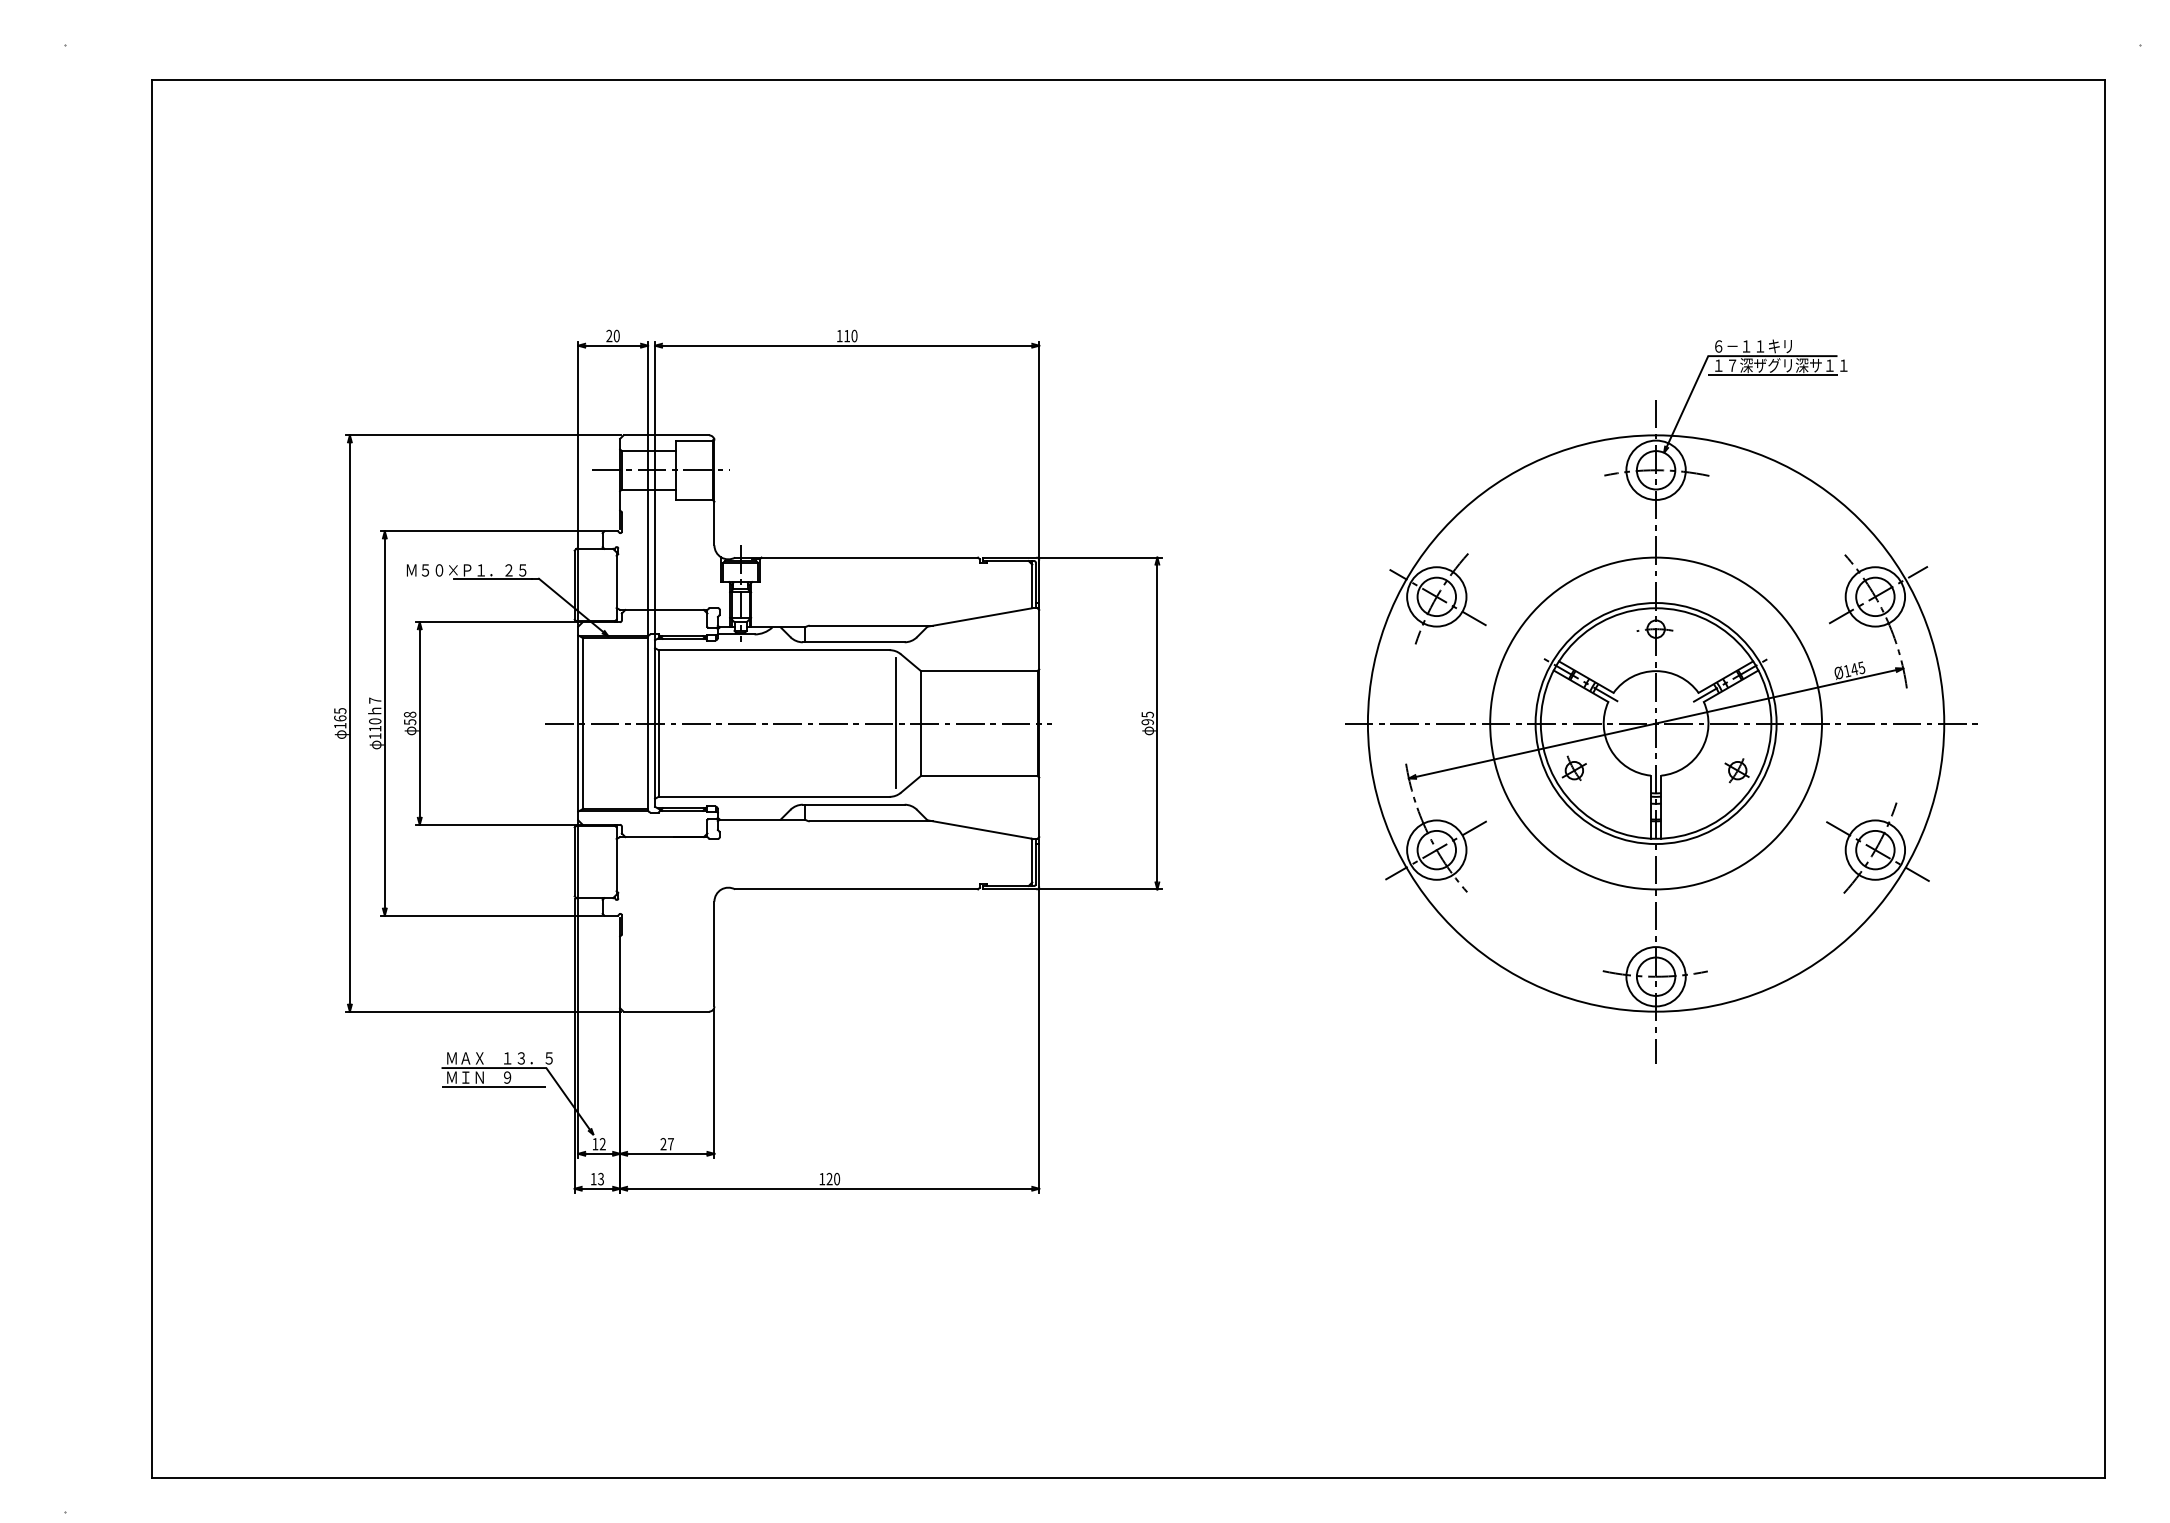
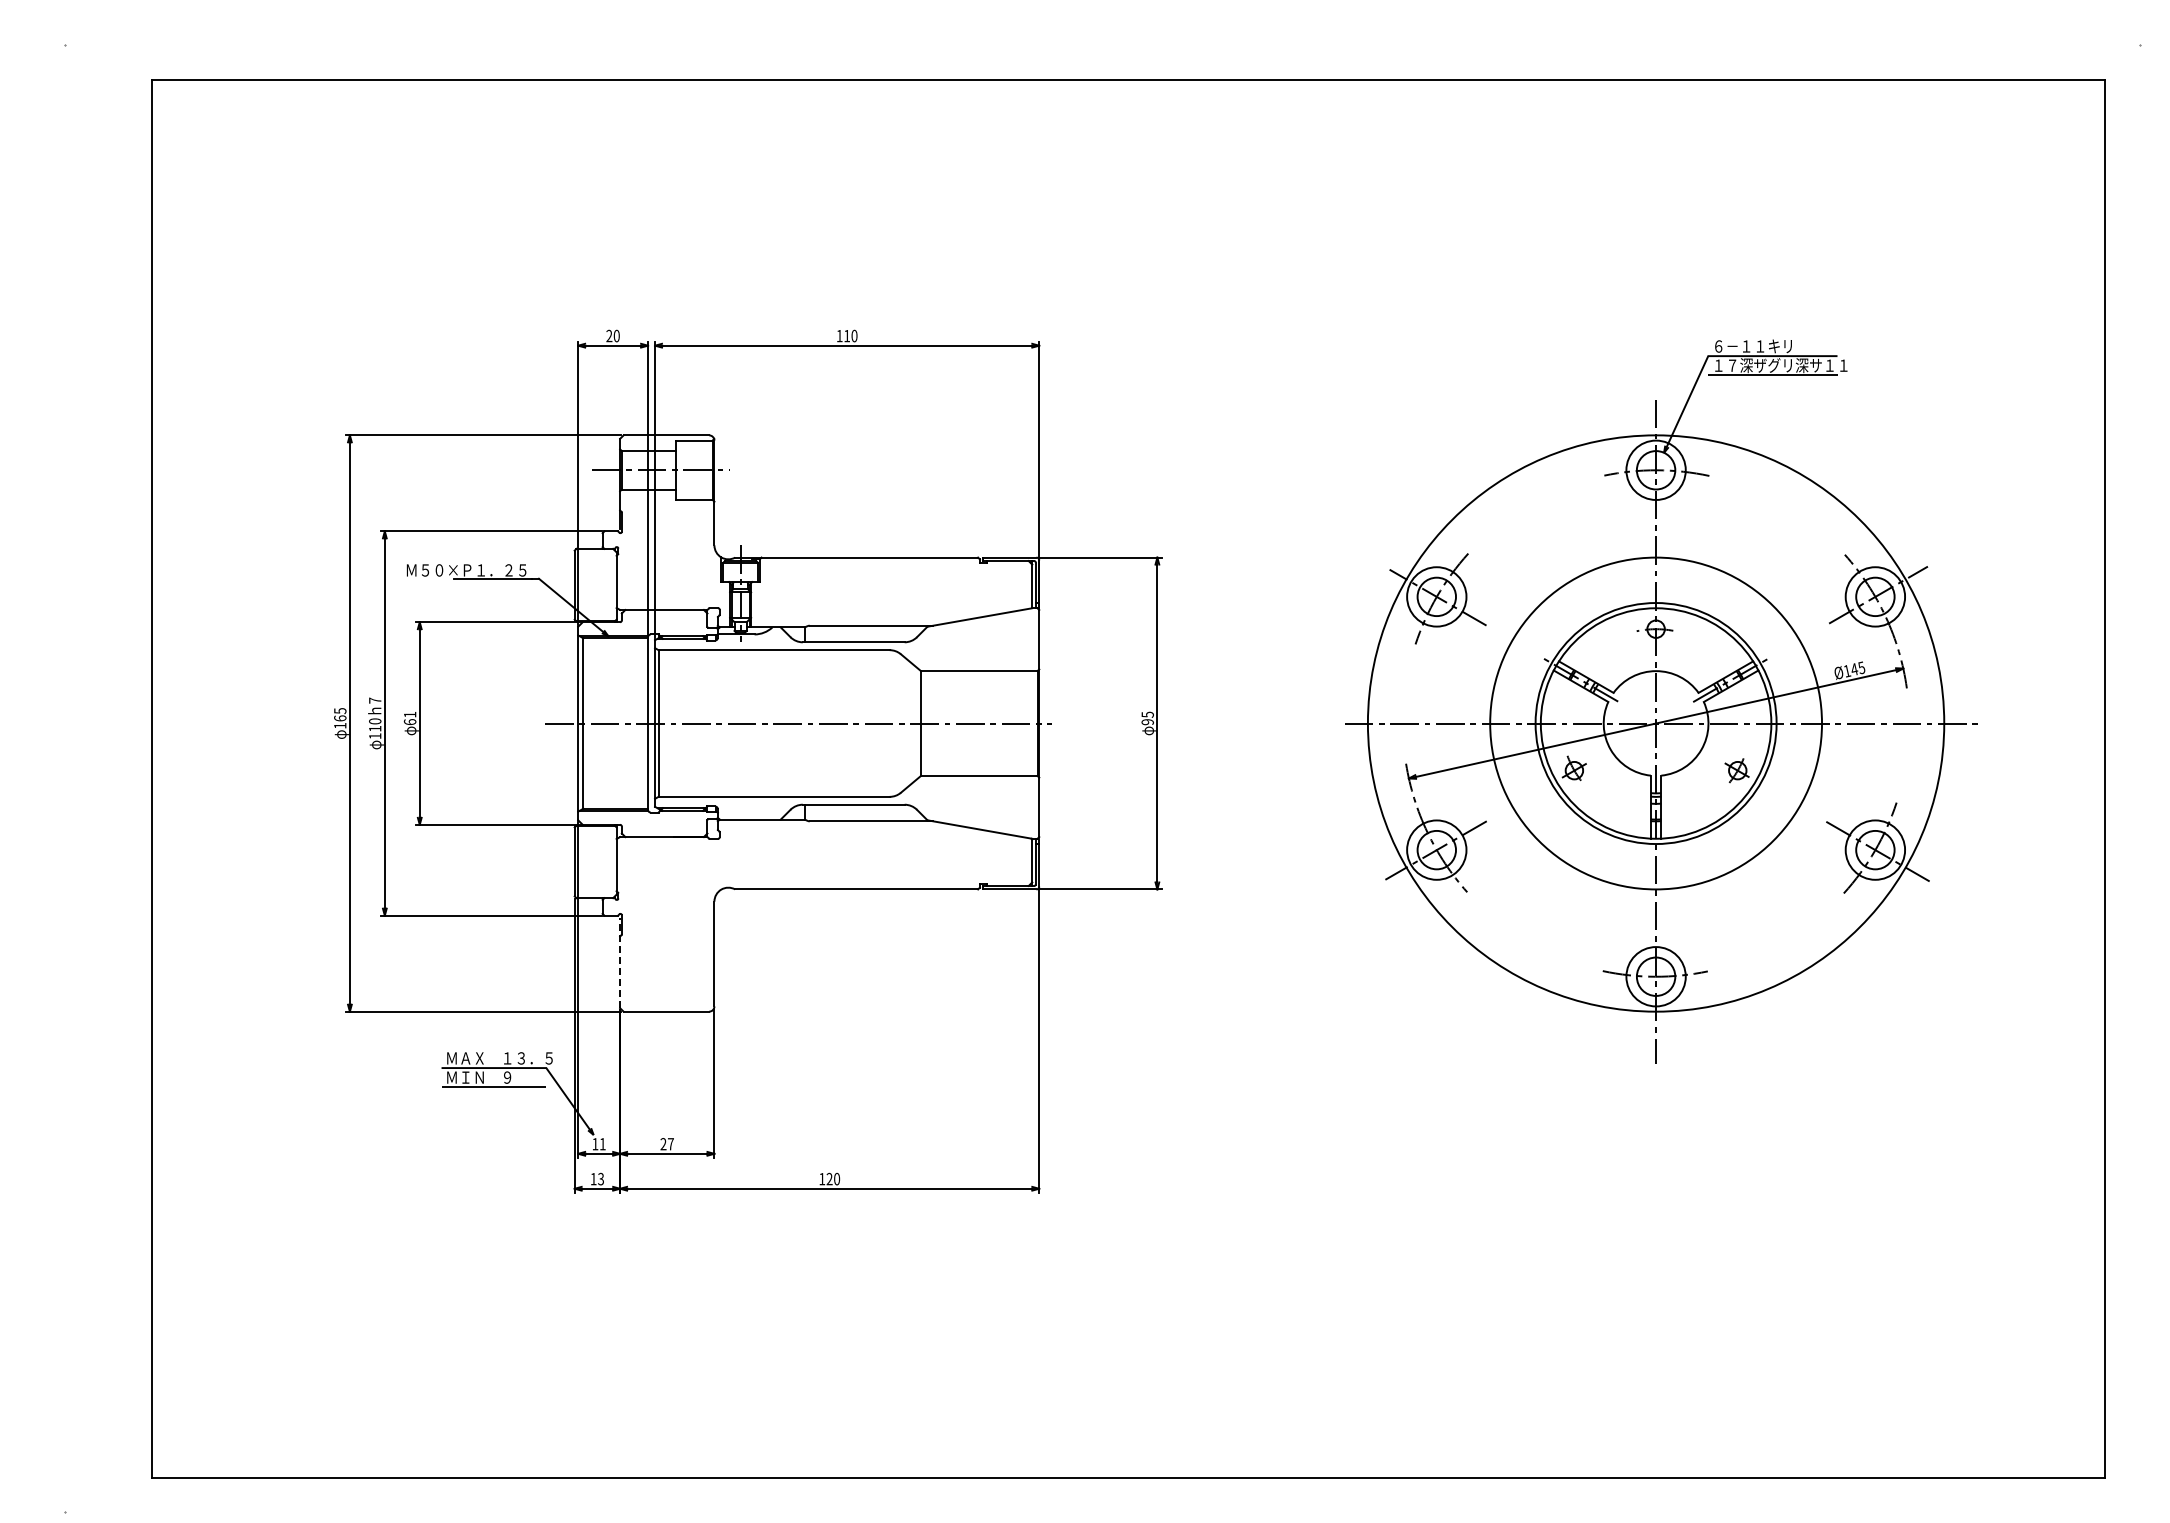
text at (409, 718): 58 -> 61
line at (896, 722): present -> none
line at (620, 962): solid -> dashed
text at (602, 1144): 12 -> 11
